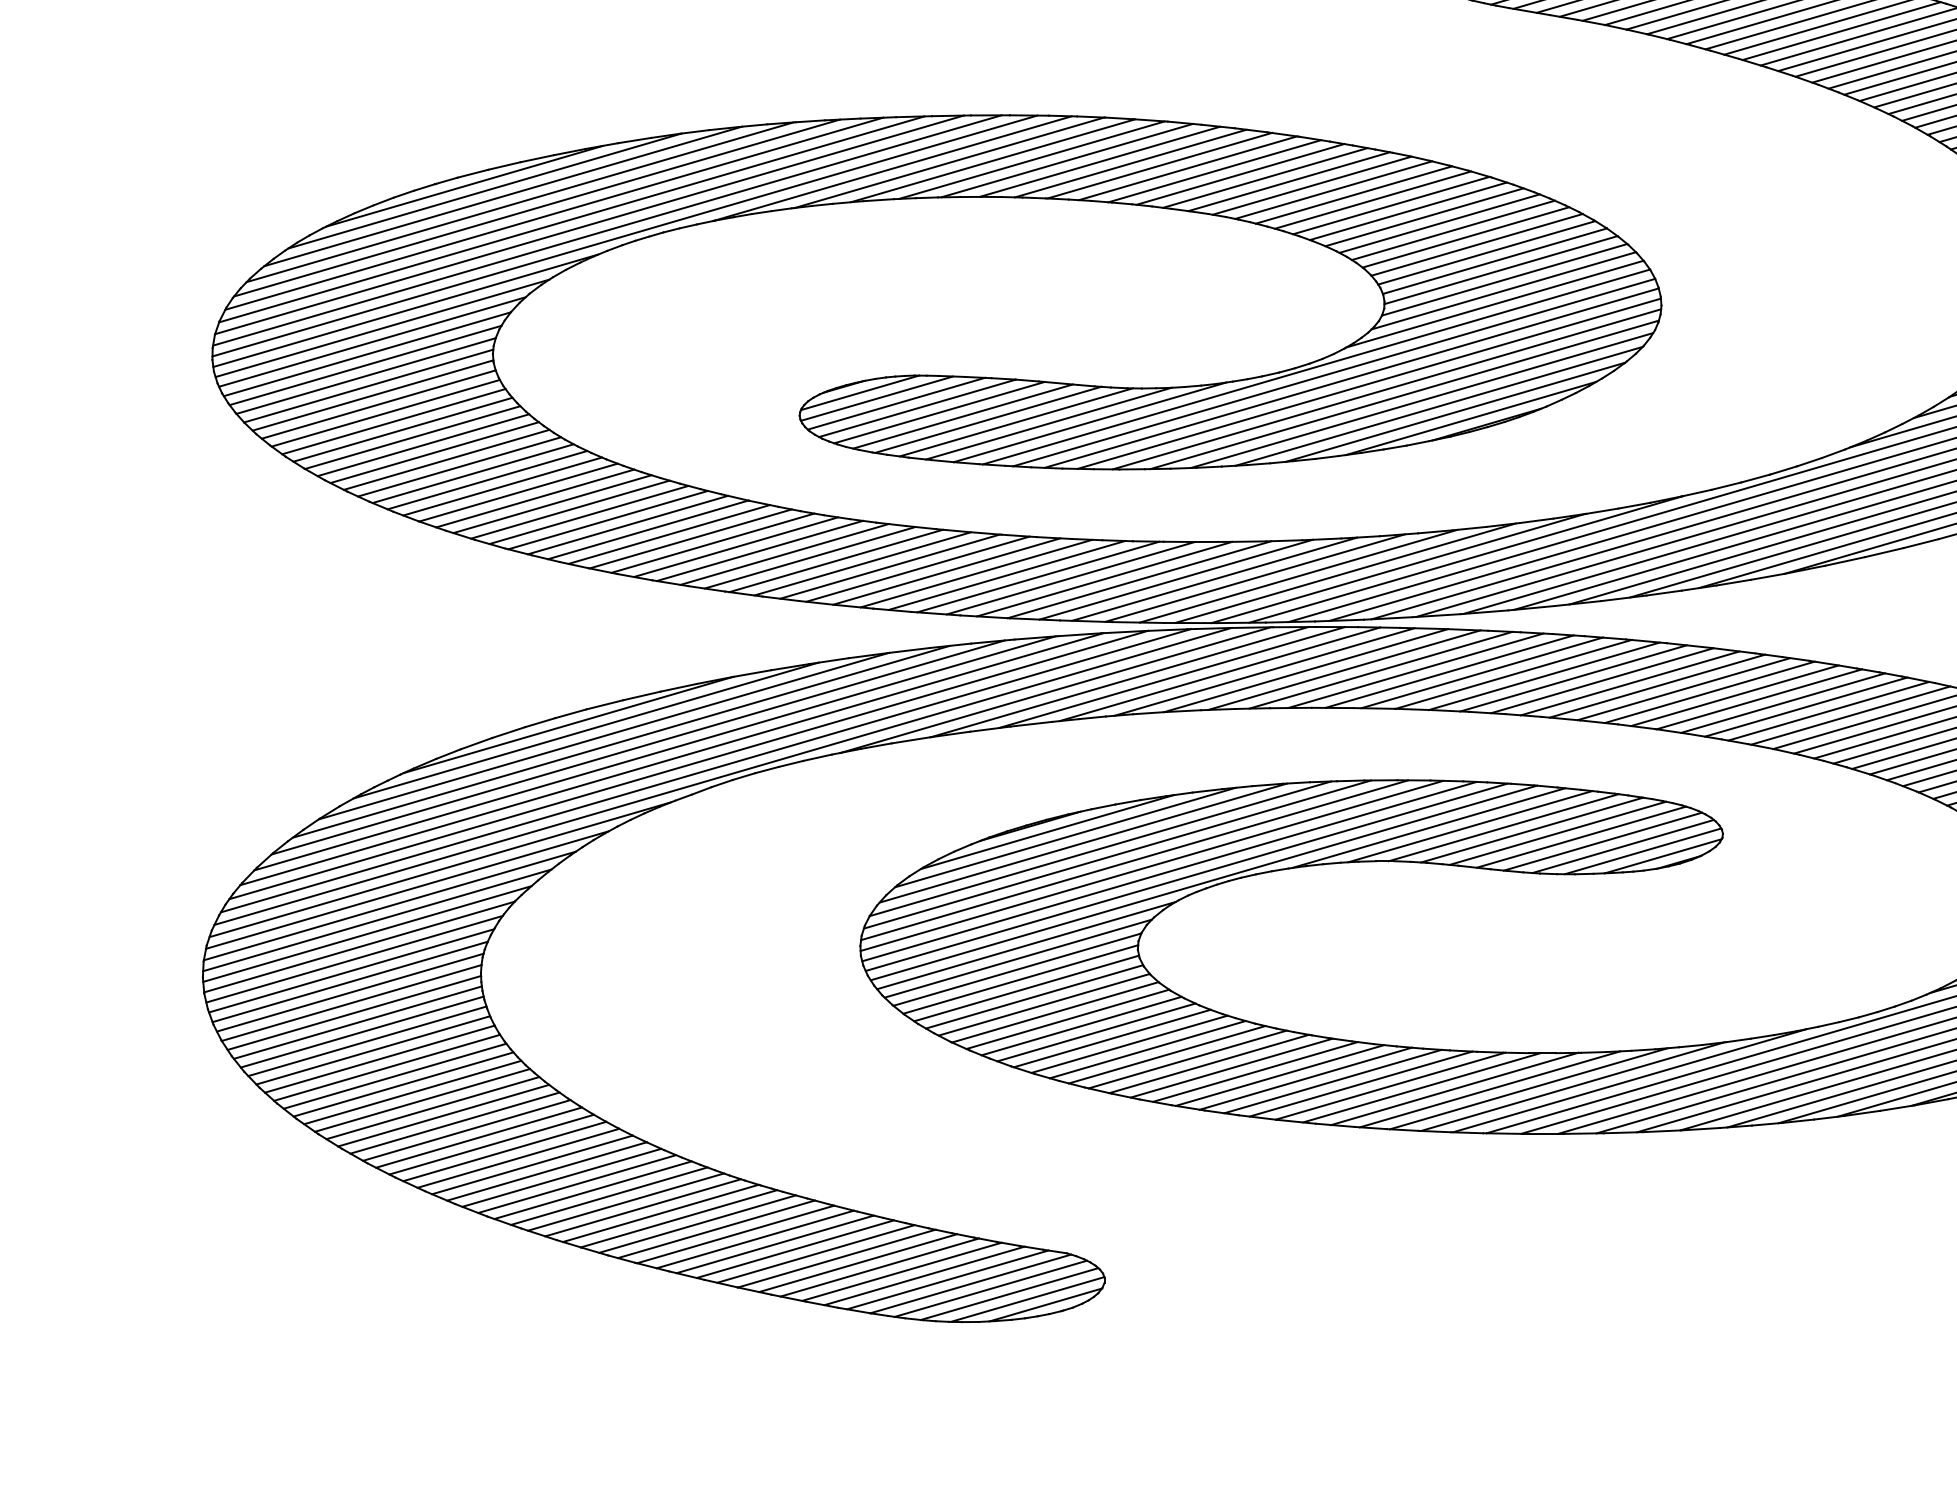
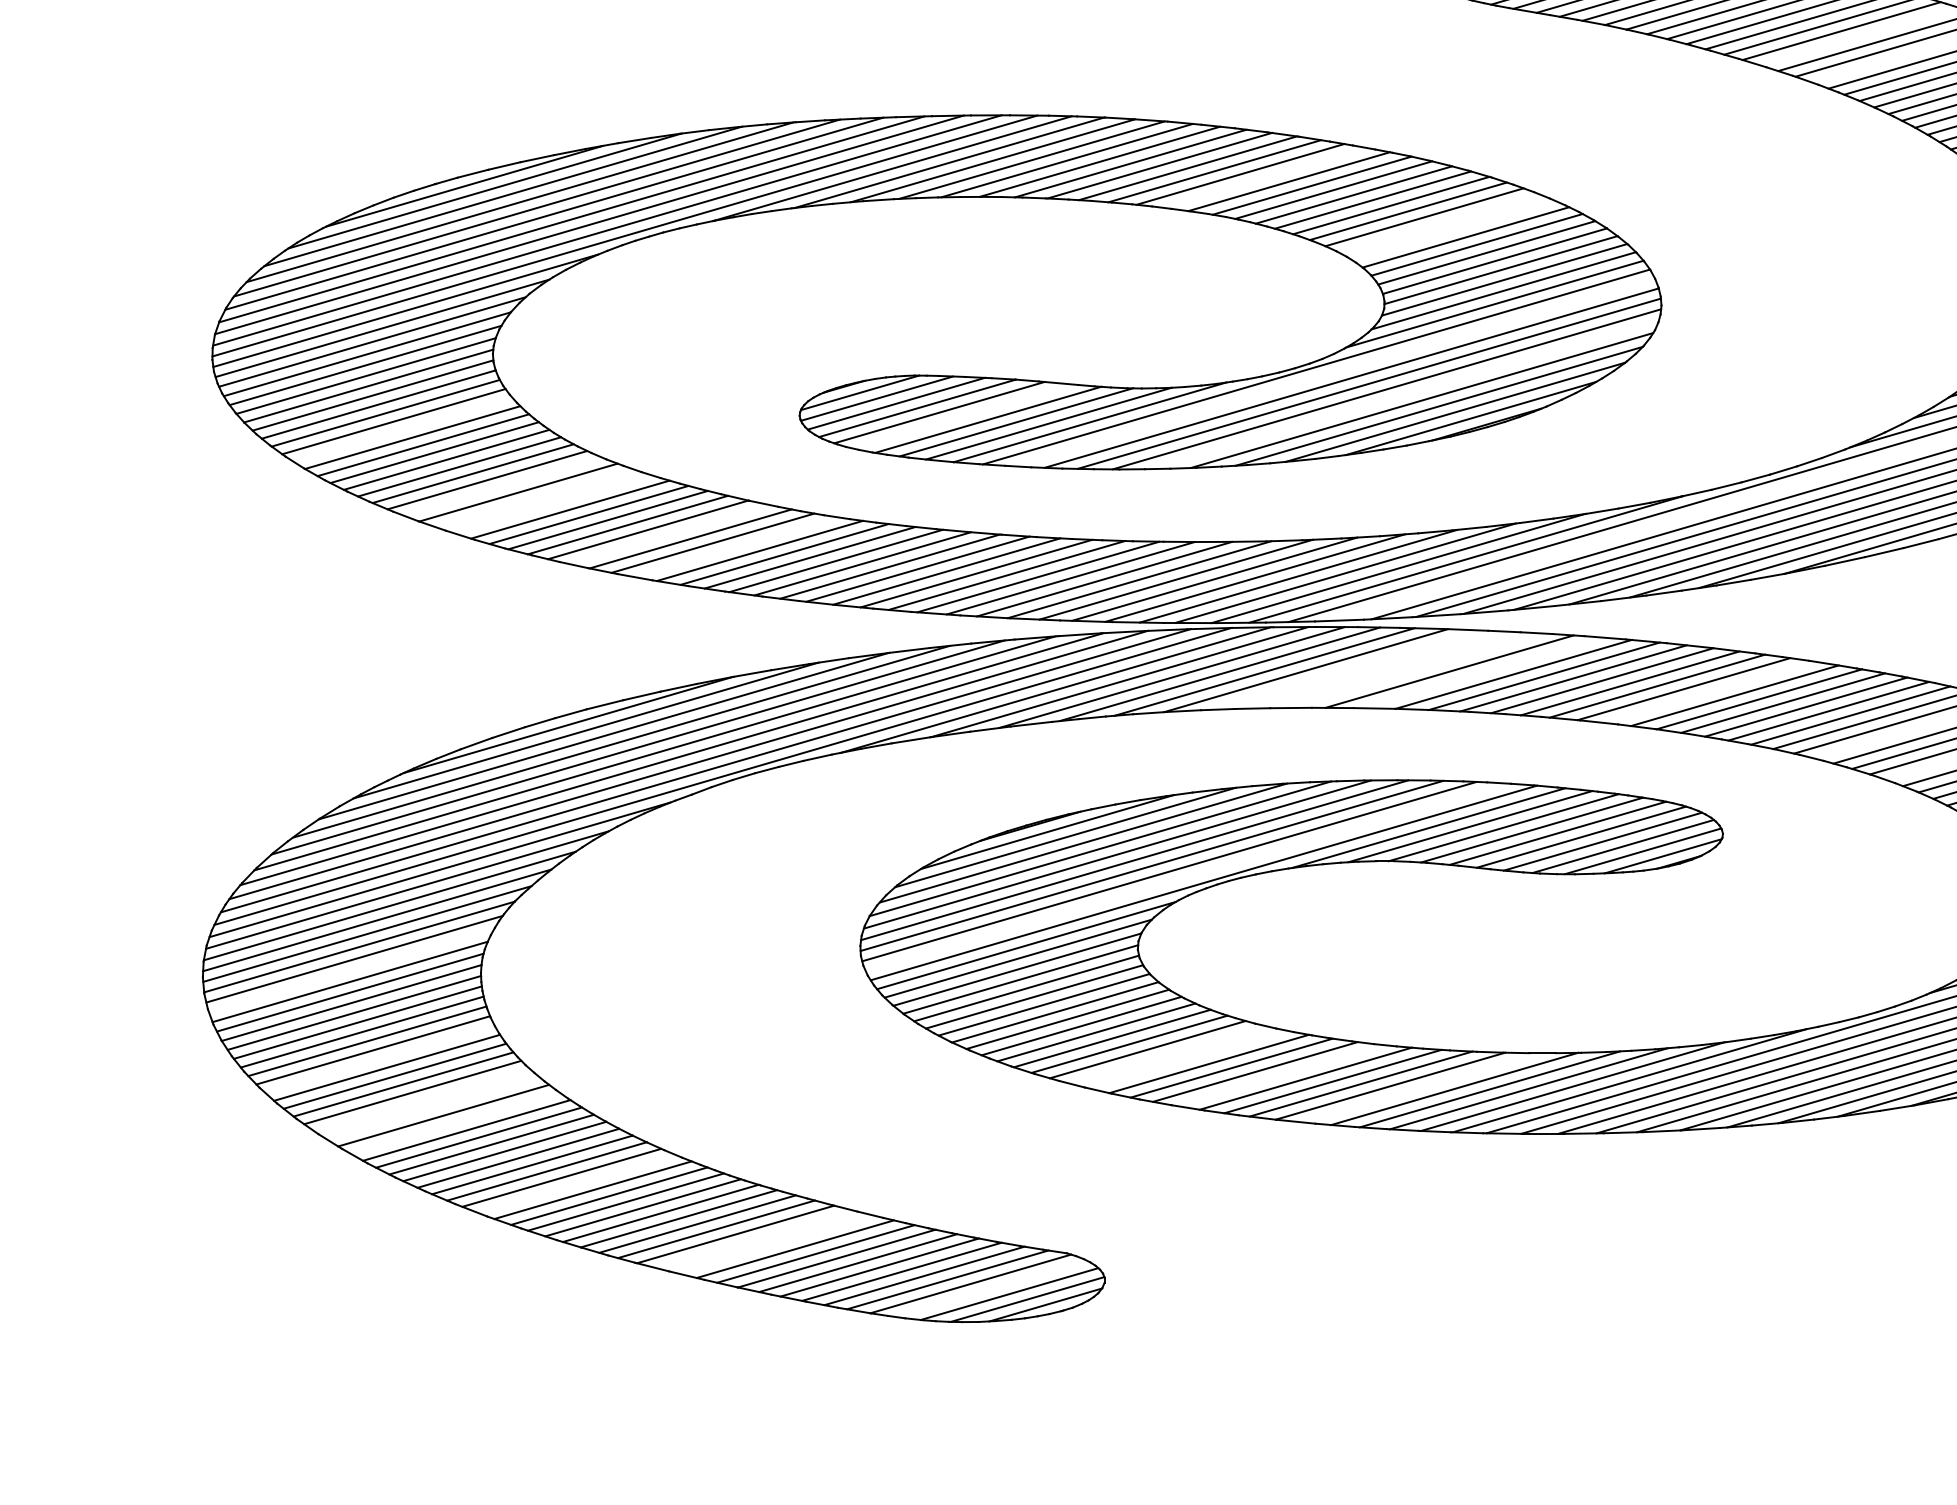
line at (1856, 37): present -> none
line at (1882, 61): present -> none
line at (1265, 177): present -> none
line at (1439, 223): present -> none
line at (1453, 230): present -> none
line at (1334, 372): present -> none
line at (1404, 394): present -> none
line at (962, 416): present -> none
line at (402, 429): present -> none
line at (502, 486): present -> none
line at (535, 498): present -> none
line at (552, 504): present -> none
line at (1641, 529): present -> none
line at (669, 534): present -> none
line at (736, 546): present -> none
line at (1344, 669): present -> none
line at (1380, 669): present -> none
line at (1415, 670): present -> none
line at (1482, 672): present -> none
line at (1709, 692): present -> none
line at (1883, 737): present -> none
line at (1919, 770): present -> none
line at (1186, 876): present -> none
line at (351, 970): present -> none
line at (1166, 1054): present -> none
line at (379, 1058): present -> none
line at (1187, 1059): present -> none
line at (1279, 1075): present -> none
line at (1421, 1087): present -> none
line at (422, 1100): present -> none
line at (432, 1108): present -> none
line at (454, 1122): present -> none
line at (577, 1183): present -> none
line at (754, 1239): present -> none
line at (774, 1244): present -> none
line at (990, 1288): present -> none
